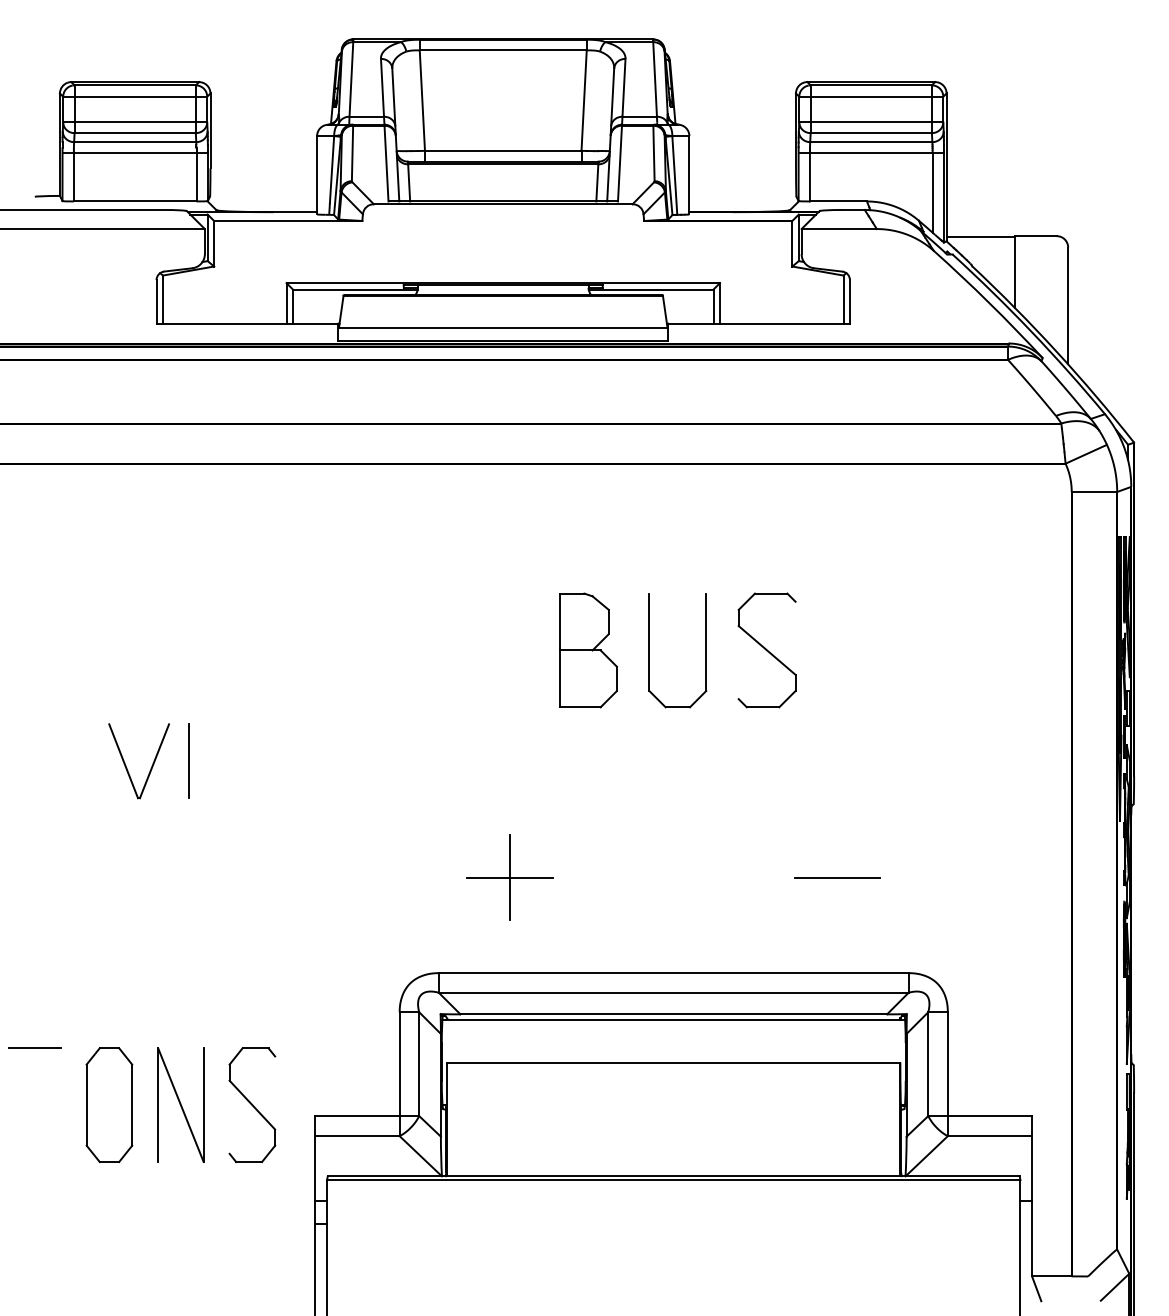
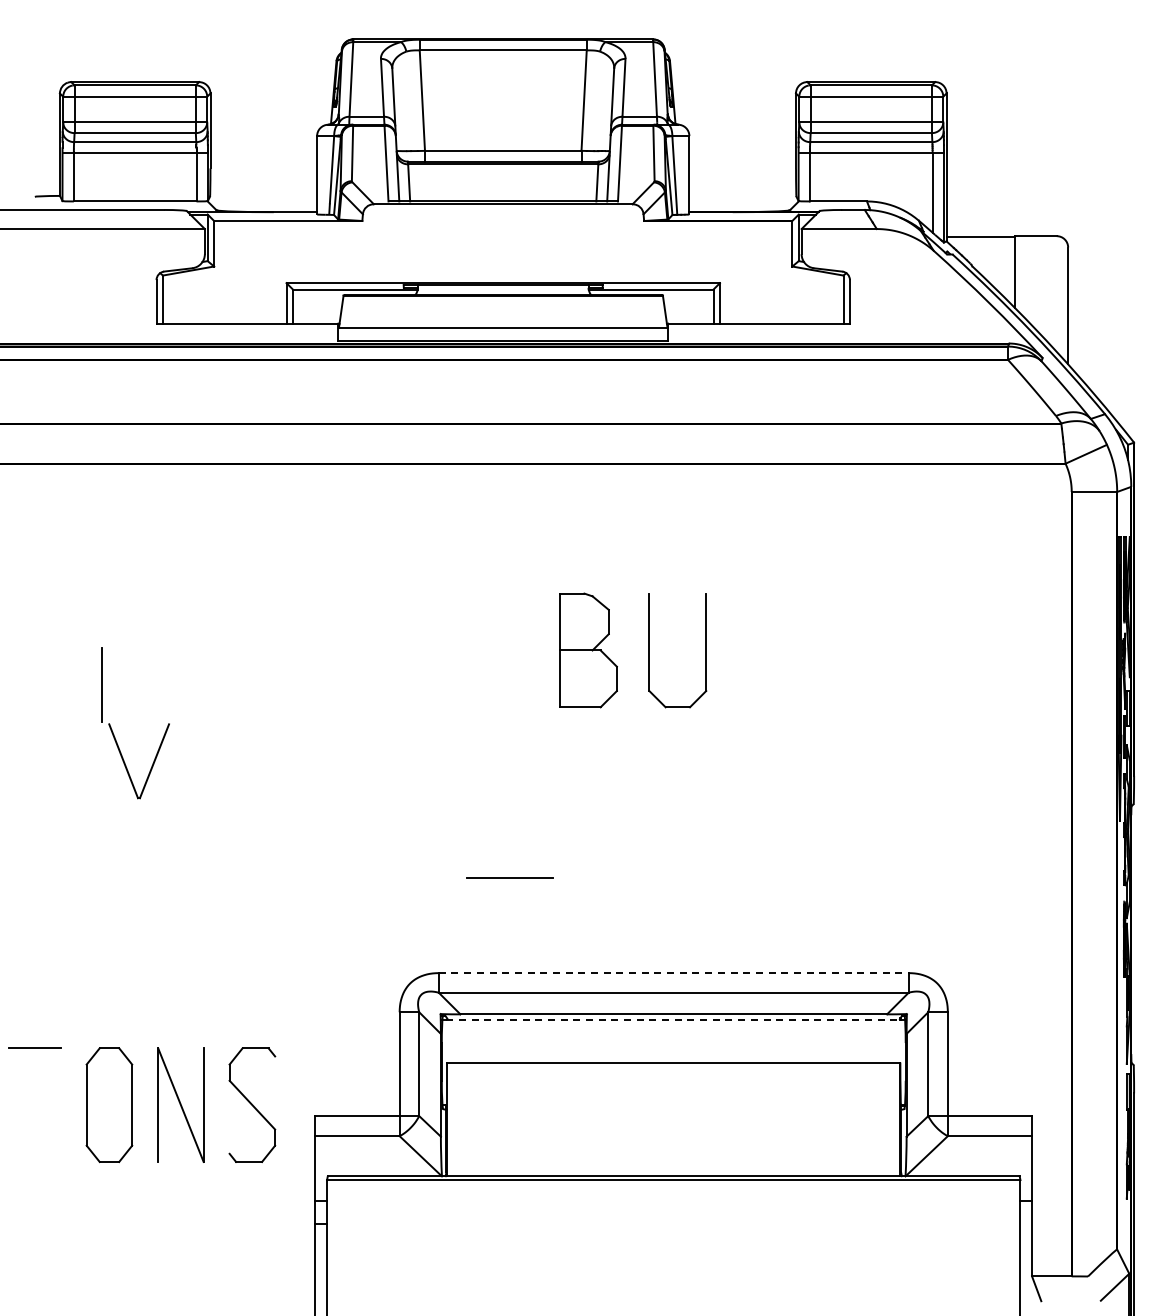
part at (766, 650): present -> none
line at (188, 760) position: (188, 760) -> (101, 684)
line at (510, 877): present -> none
line at (837, 877): present -> none
line at (673, 973): solid -> dashed
line at (674, 1019): solid -> dashed
